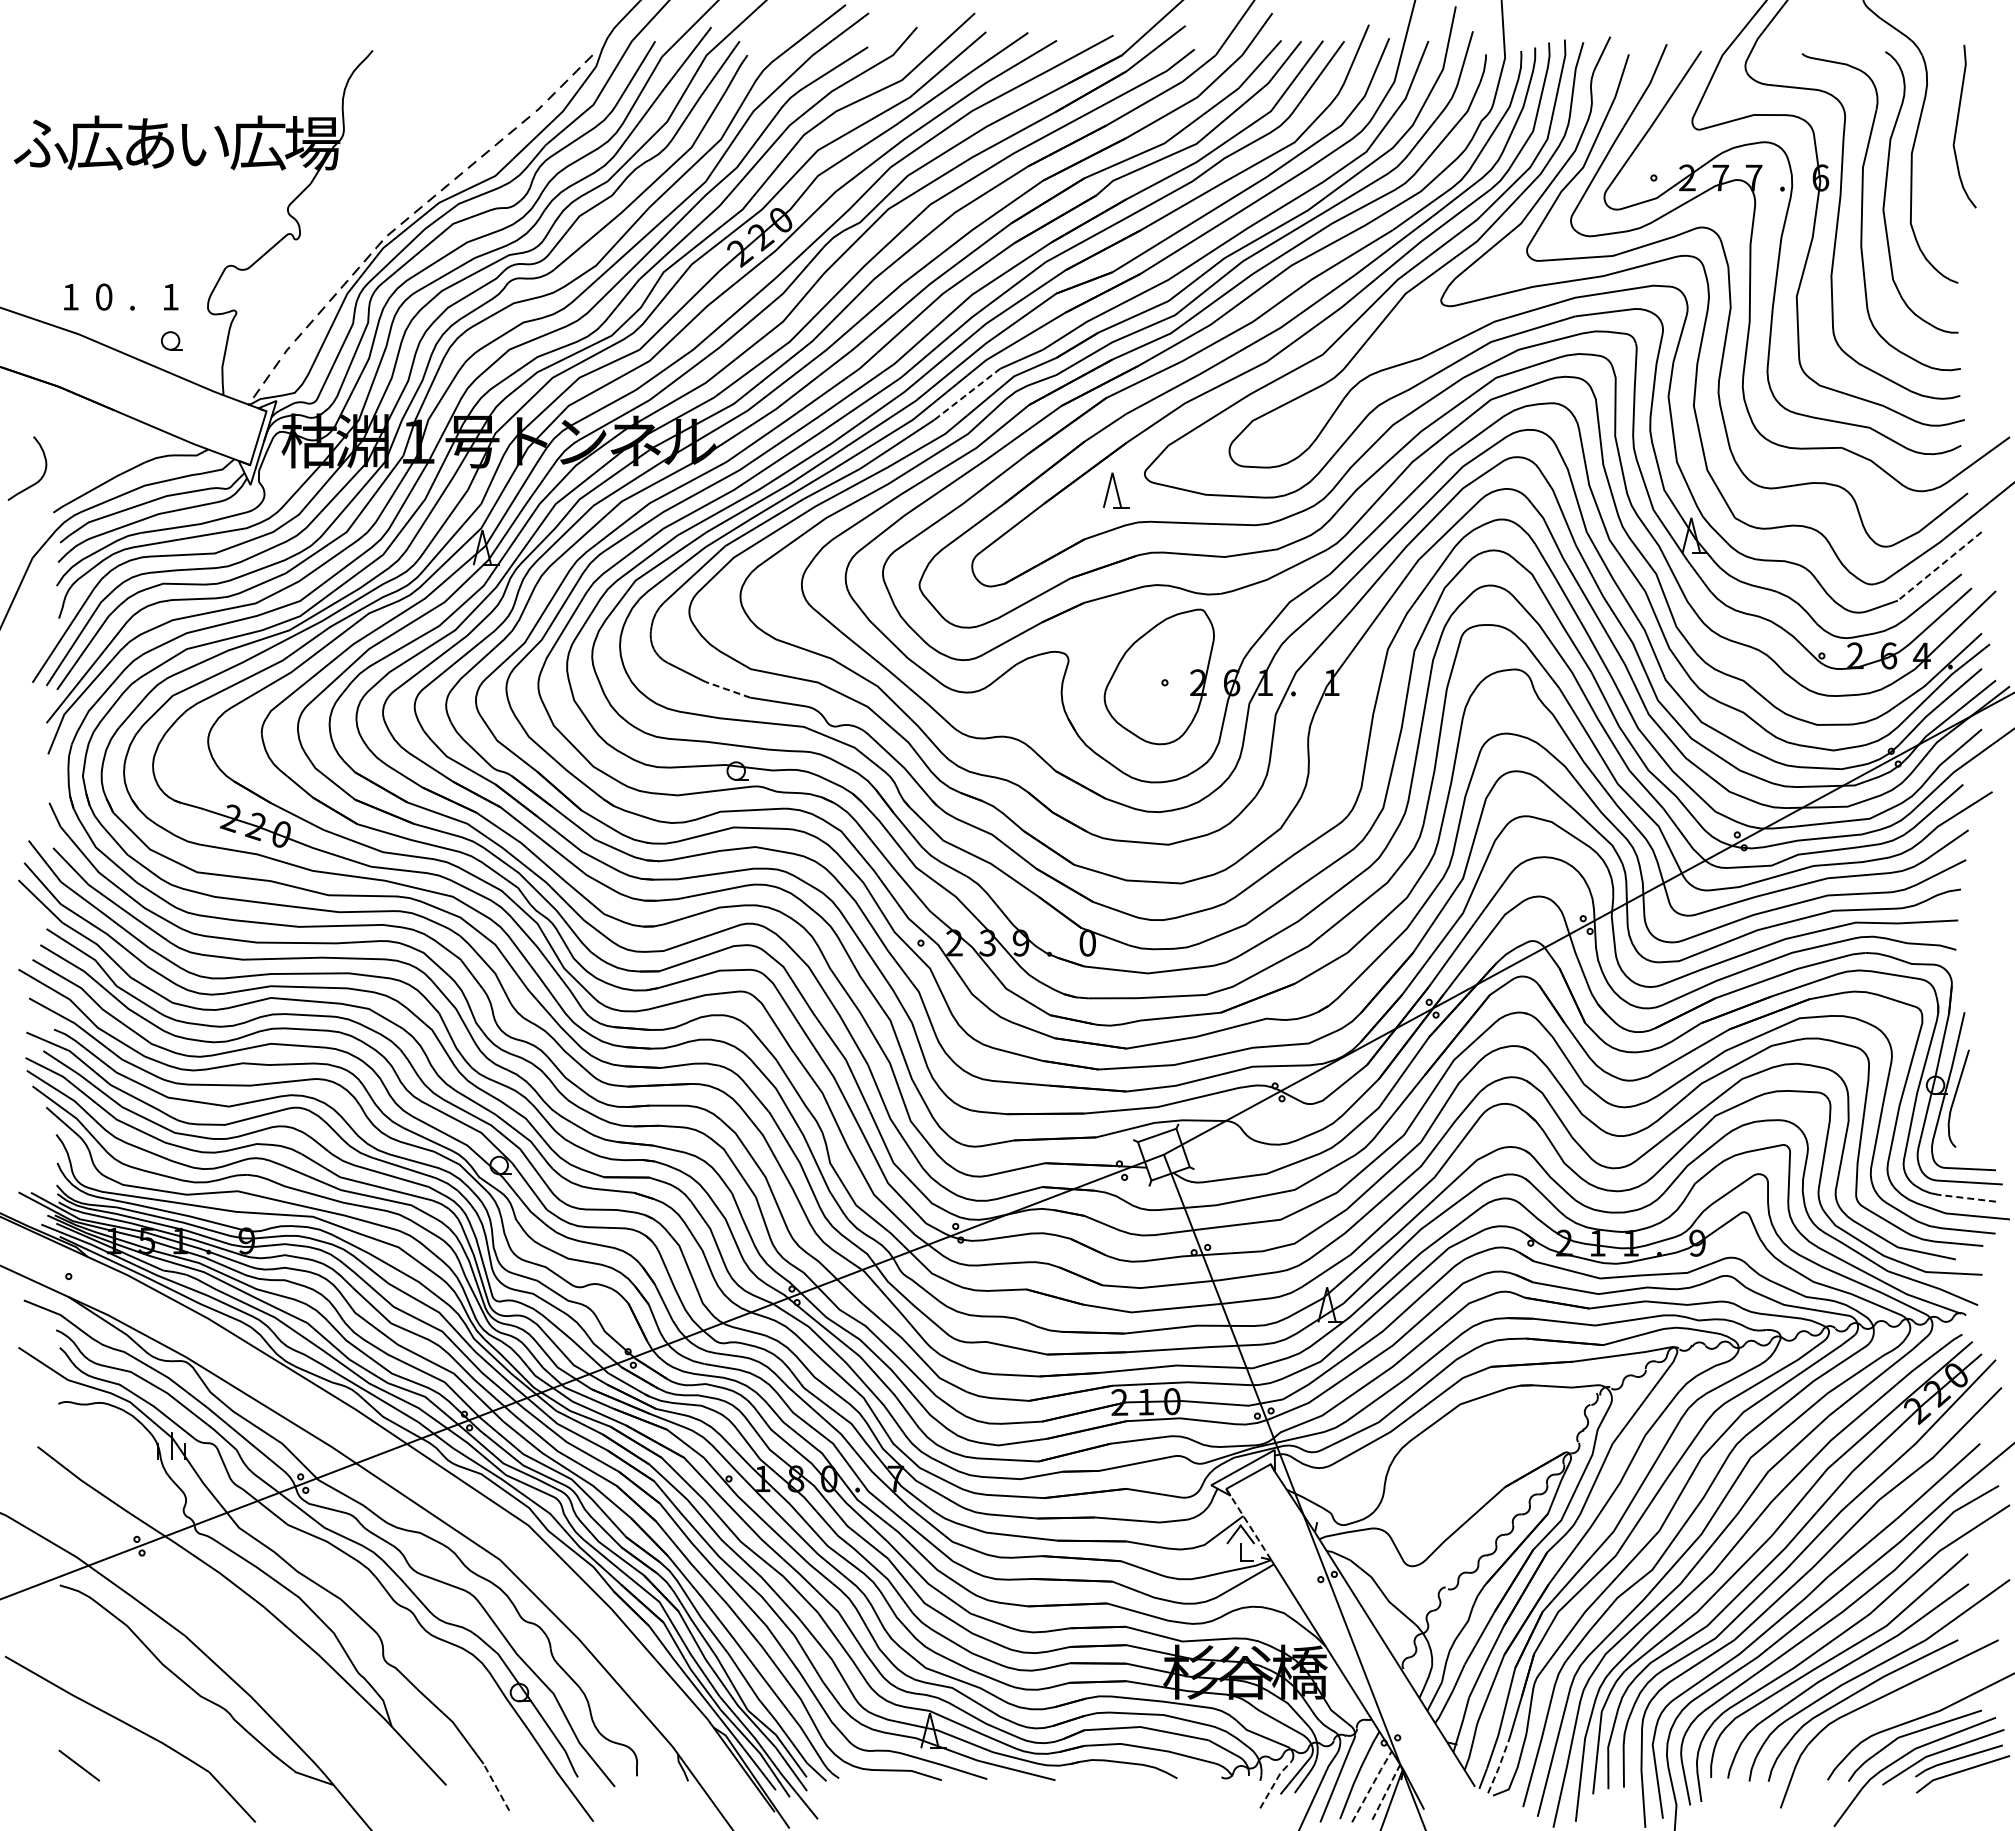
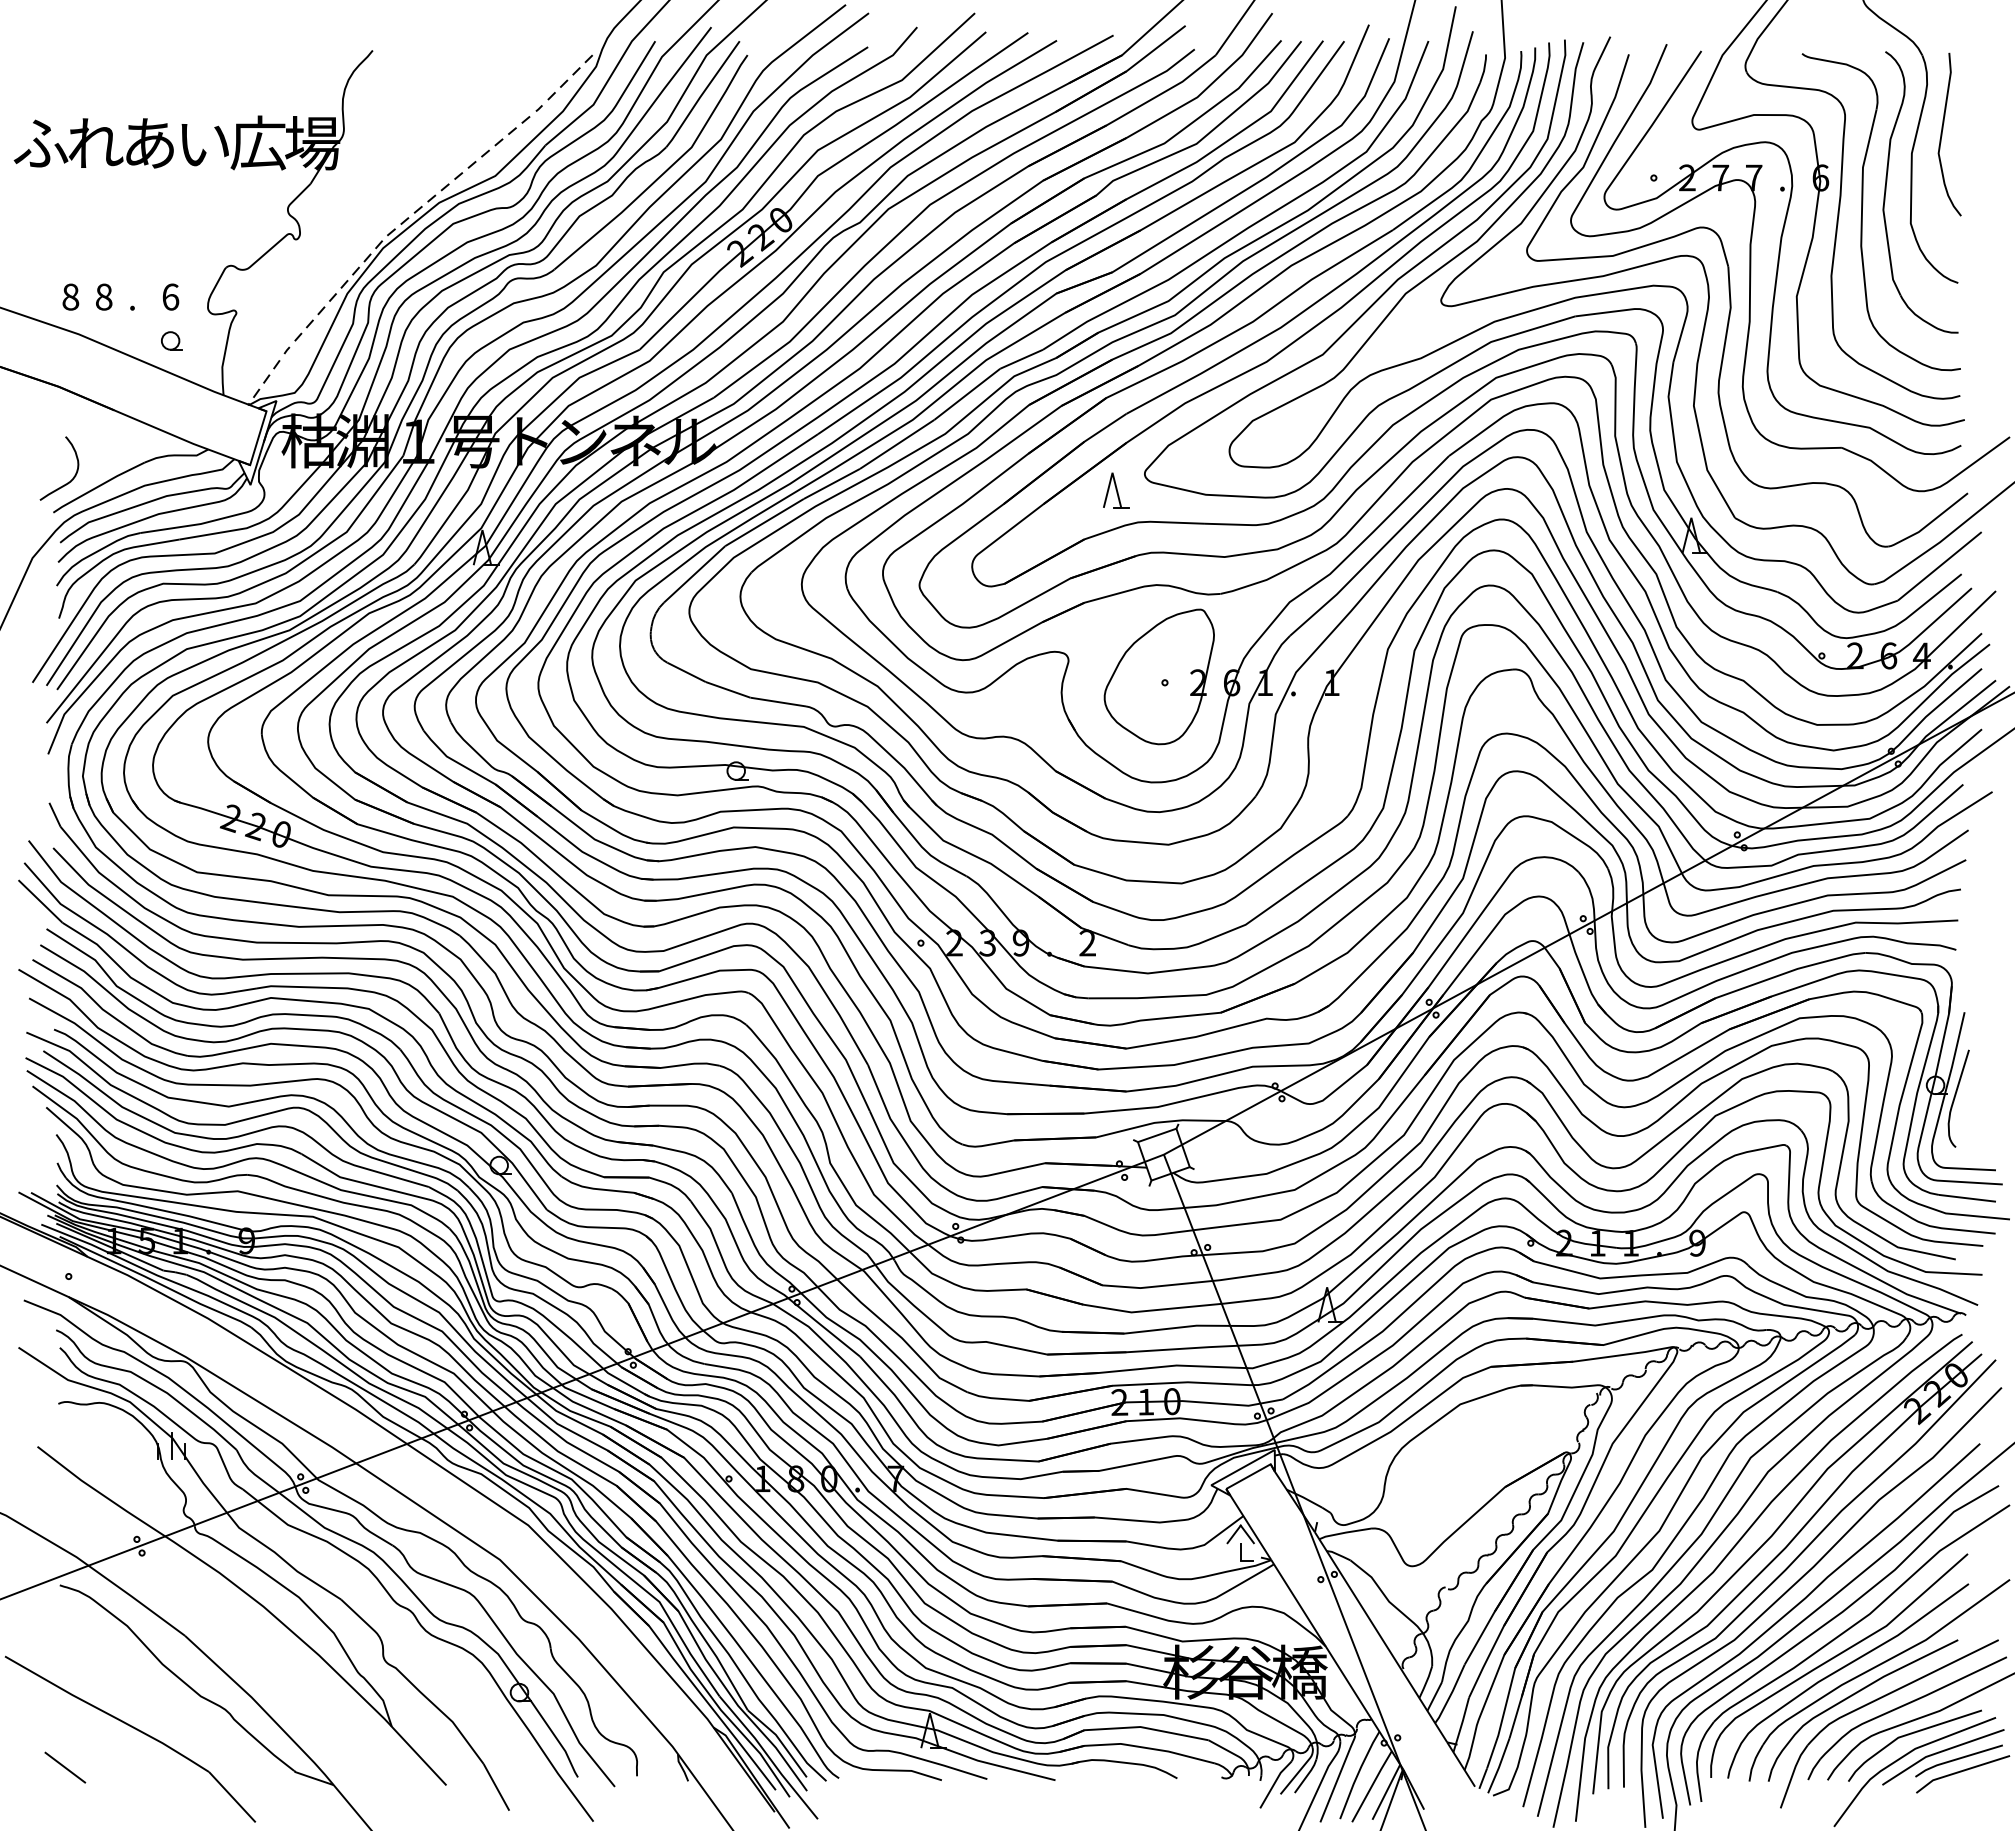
curve at (1957, 126) position: (1957, 126) -> (1942, 134)
text at (95, 142): 広 -> れ
text at (70, 296): 1 -> 8
text at (170, 296): 1 -> 6
text at (104, 297): 0 -> 8
line at (967, 394): dashed -> solid
curve at (36, 481) position: (36, 481) -> (68, 481)
line at (1939, 566): dashed -> solid
line at (728, 689): dashed -> solid
text at (1087, 942): 0 -> 2
line at (1967, 1198): dashed -> solid
line at (1250, 1527): dashed -> solid
part at (1902, 1707): none -> present
line at (79, 1765) position: (79, 1765) -> (65, 1767)
line at (1499, 1765): dashed -> solid
line at (1275, 1782): dashed -> solid
line at (1372, 1785): dashed -> solid
line at (496, 1787): dashed -> solid
line at (1386, 1792): dashed -> solid
